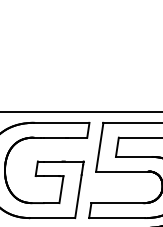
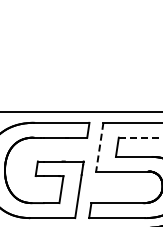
line at (140, 137): solid -> dashed
line at (99, 147): solid -> dashed
